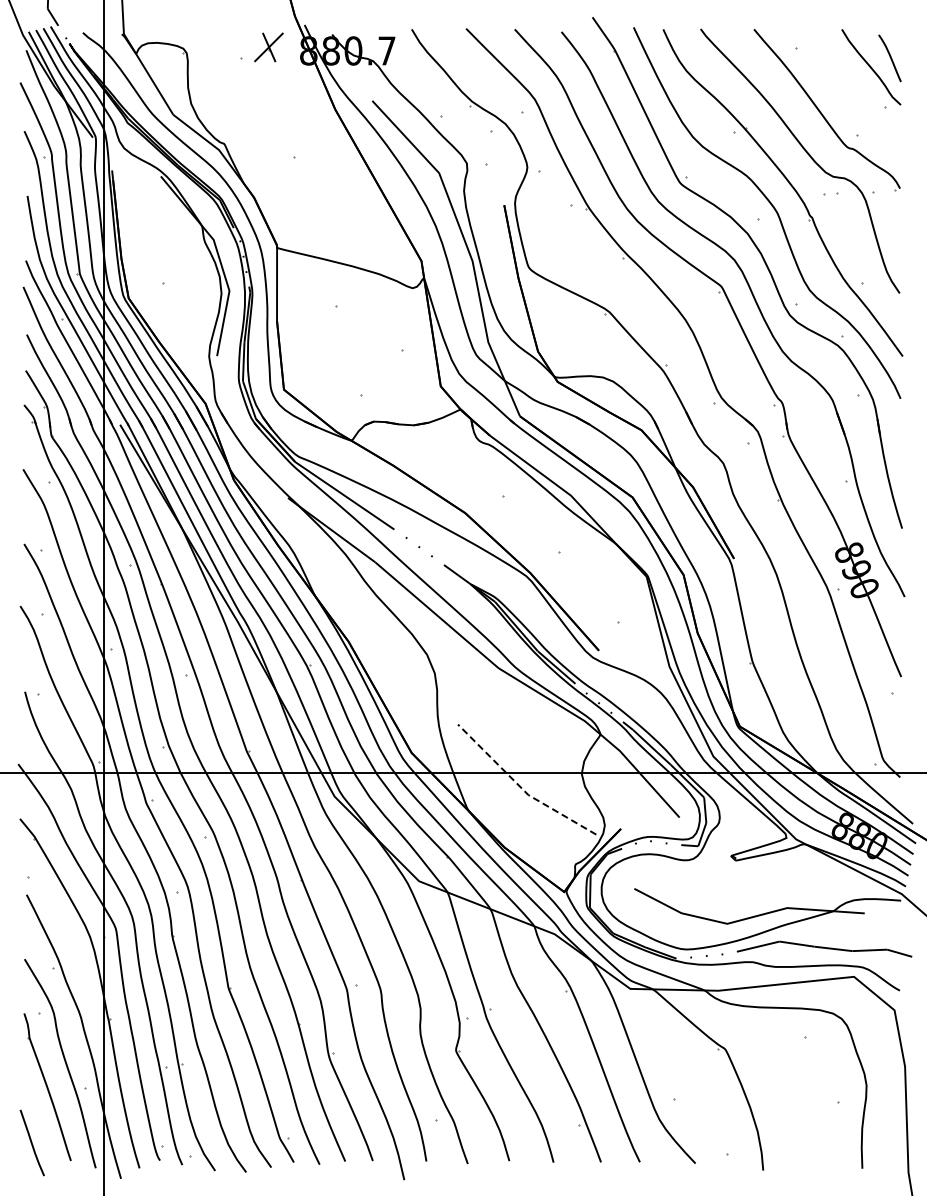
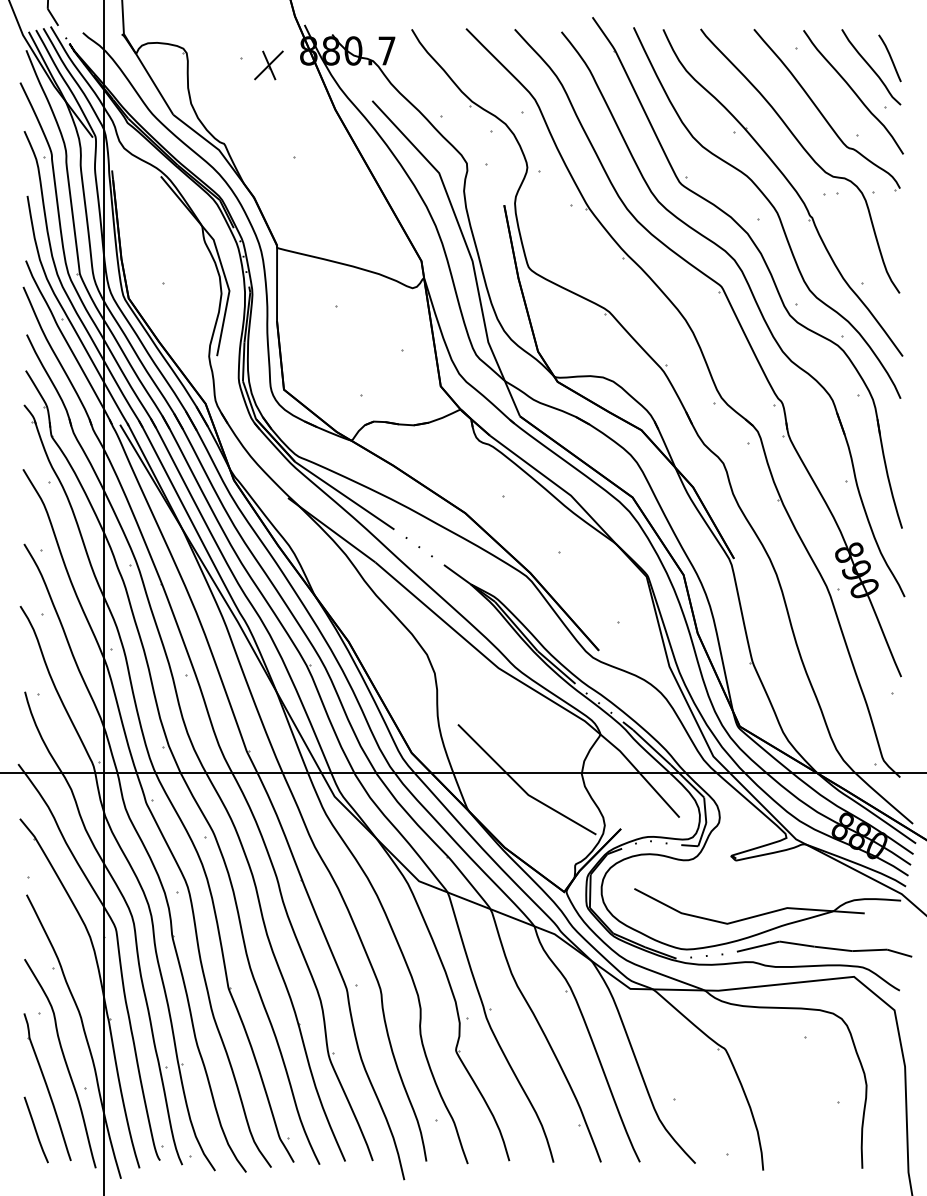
part at (268, 47) position: (268, 47) -> (268, 65)
curve at (853, 92): none -> present
line at (521, 788): dashed -> solid
line at (31, 1142) position: (31, 1142) -> (35, 1129)
